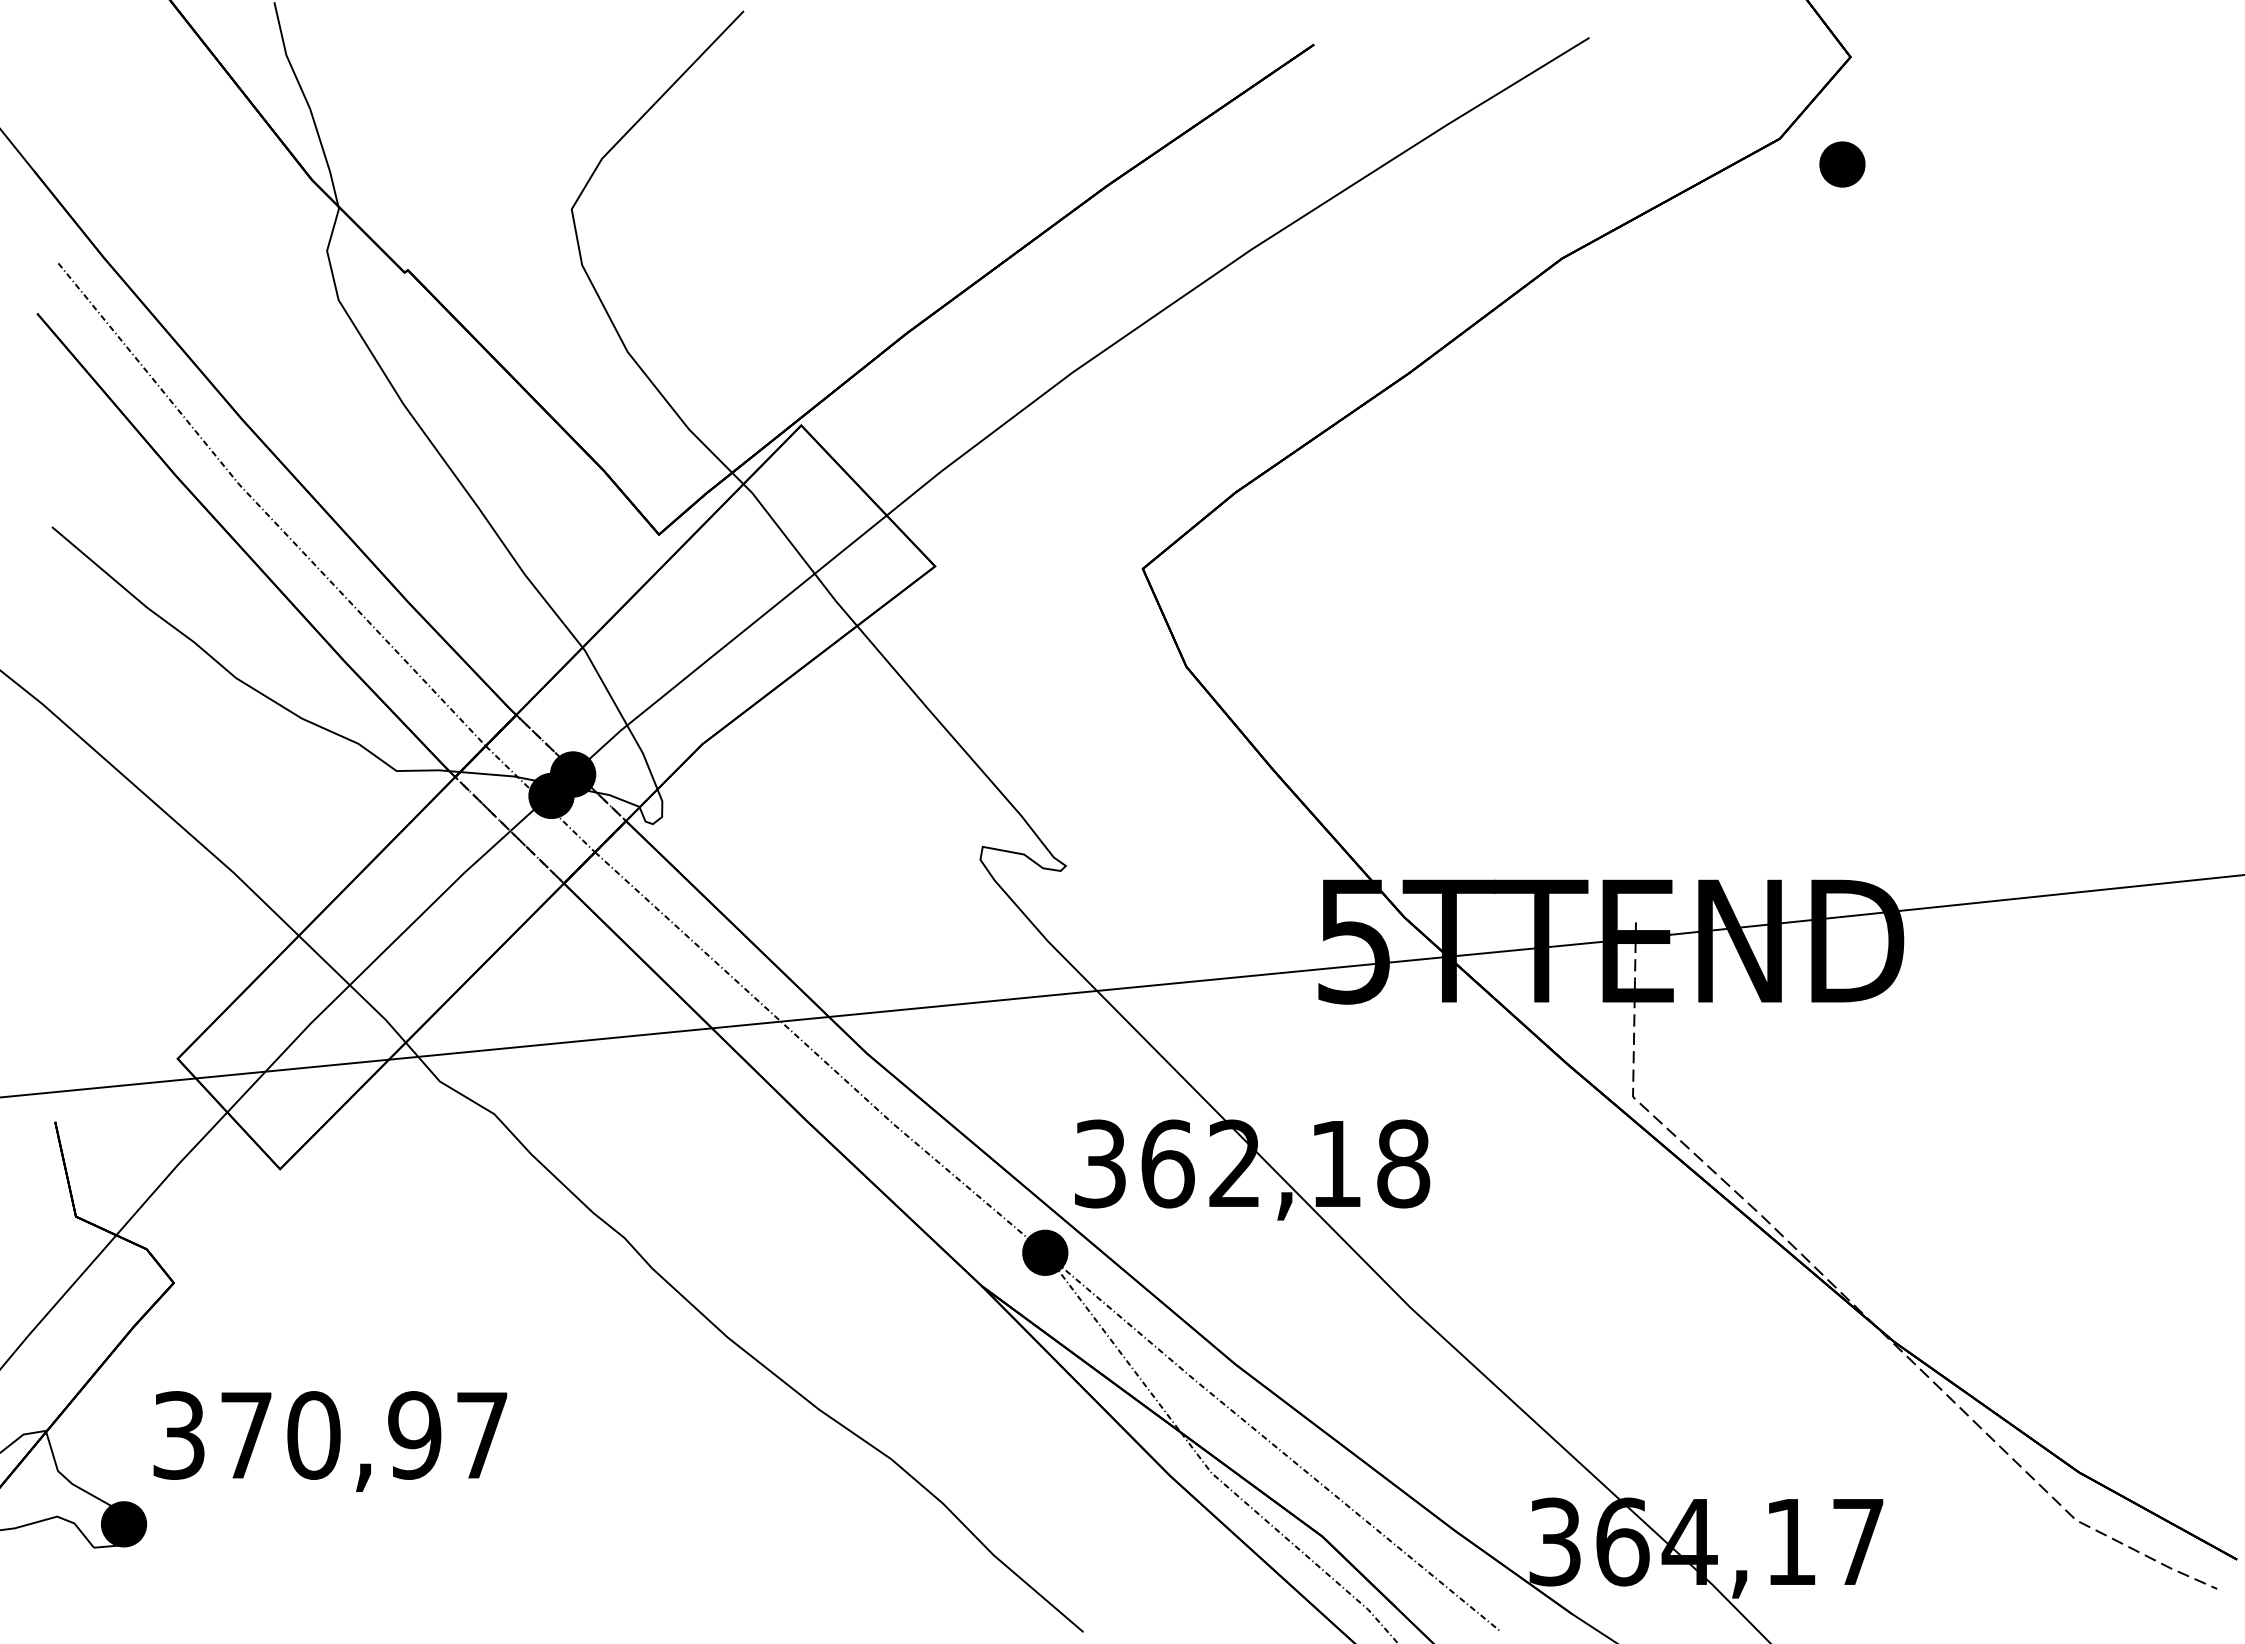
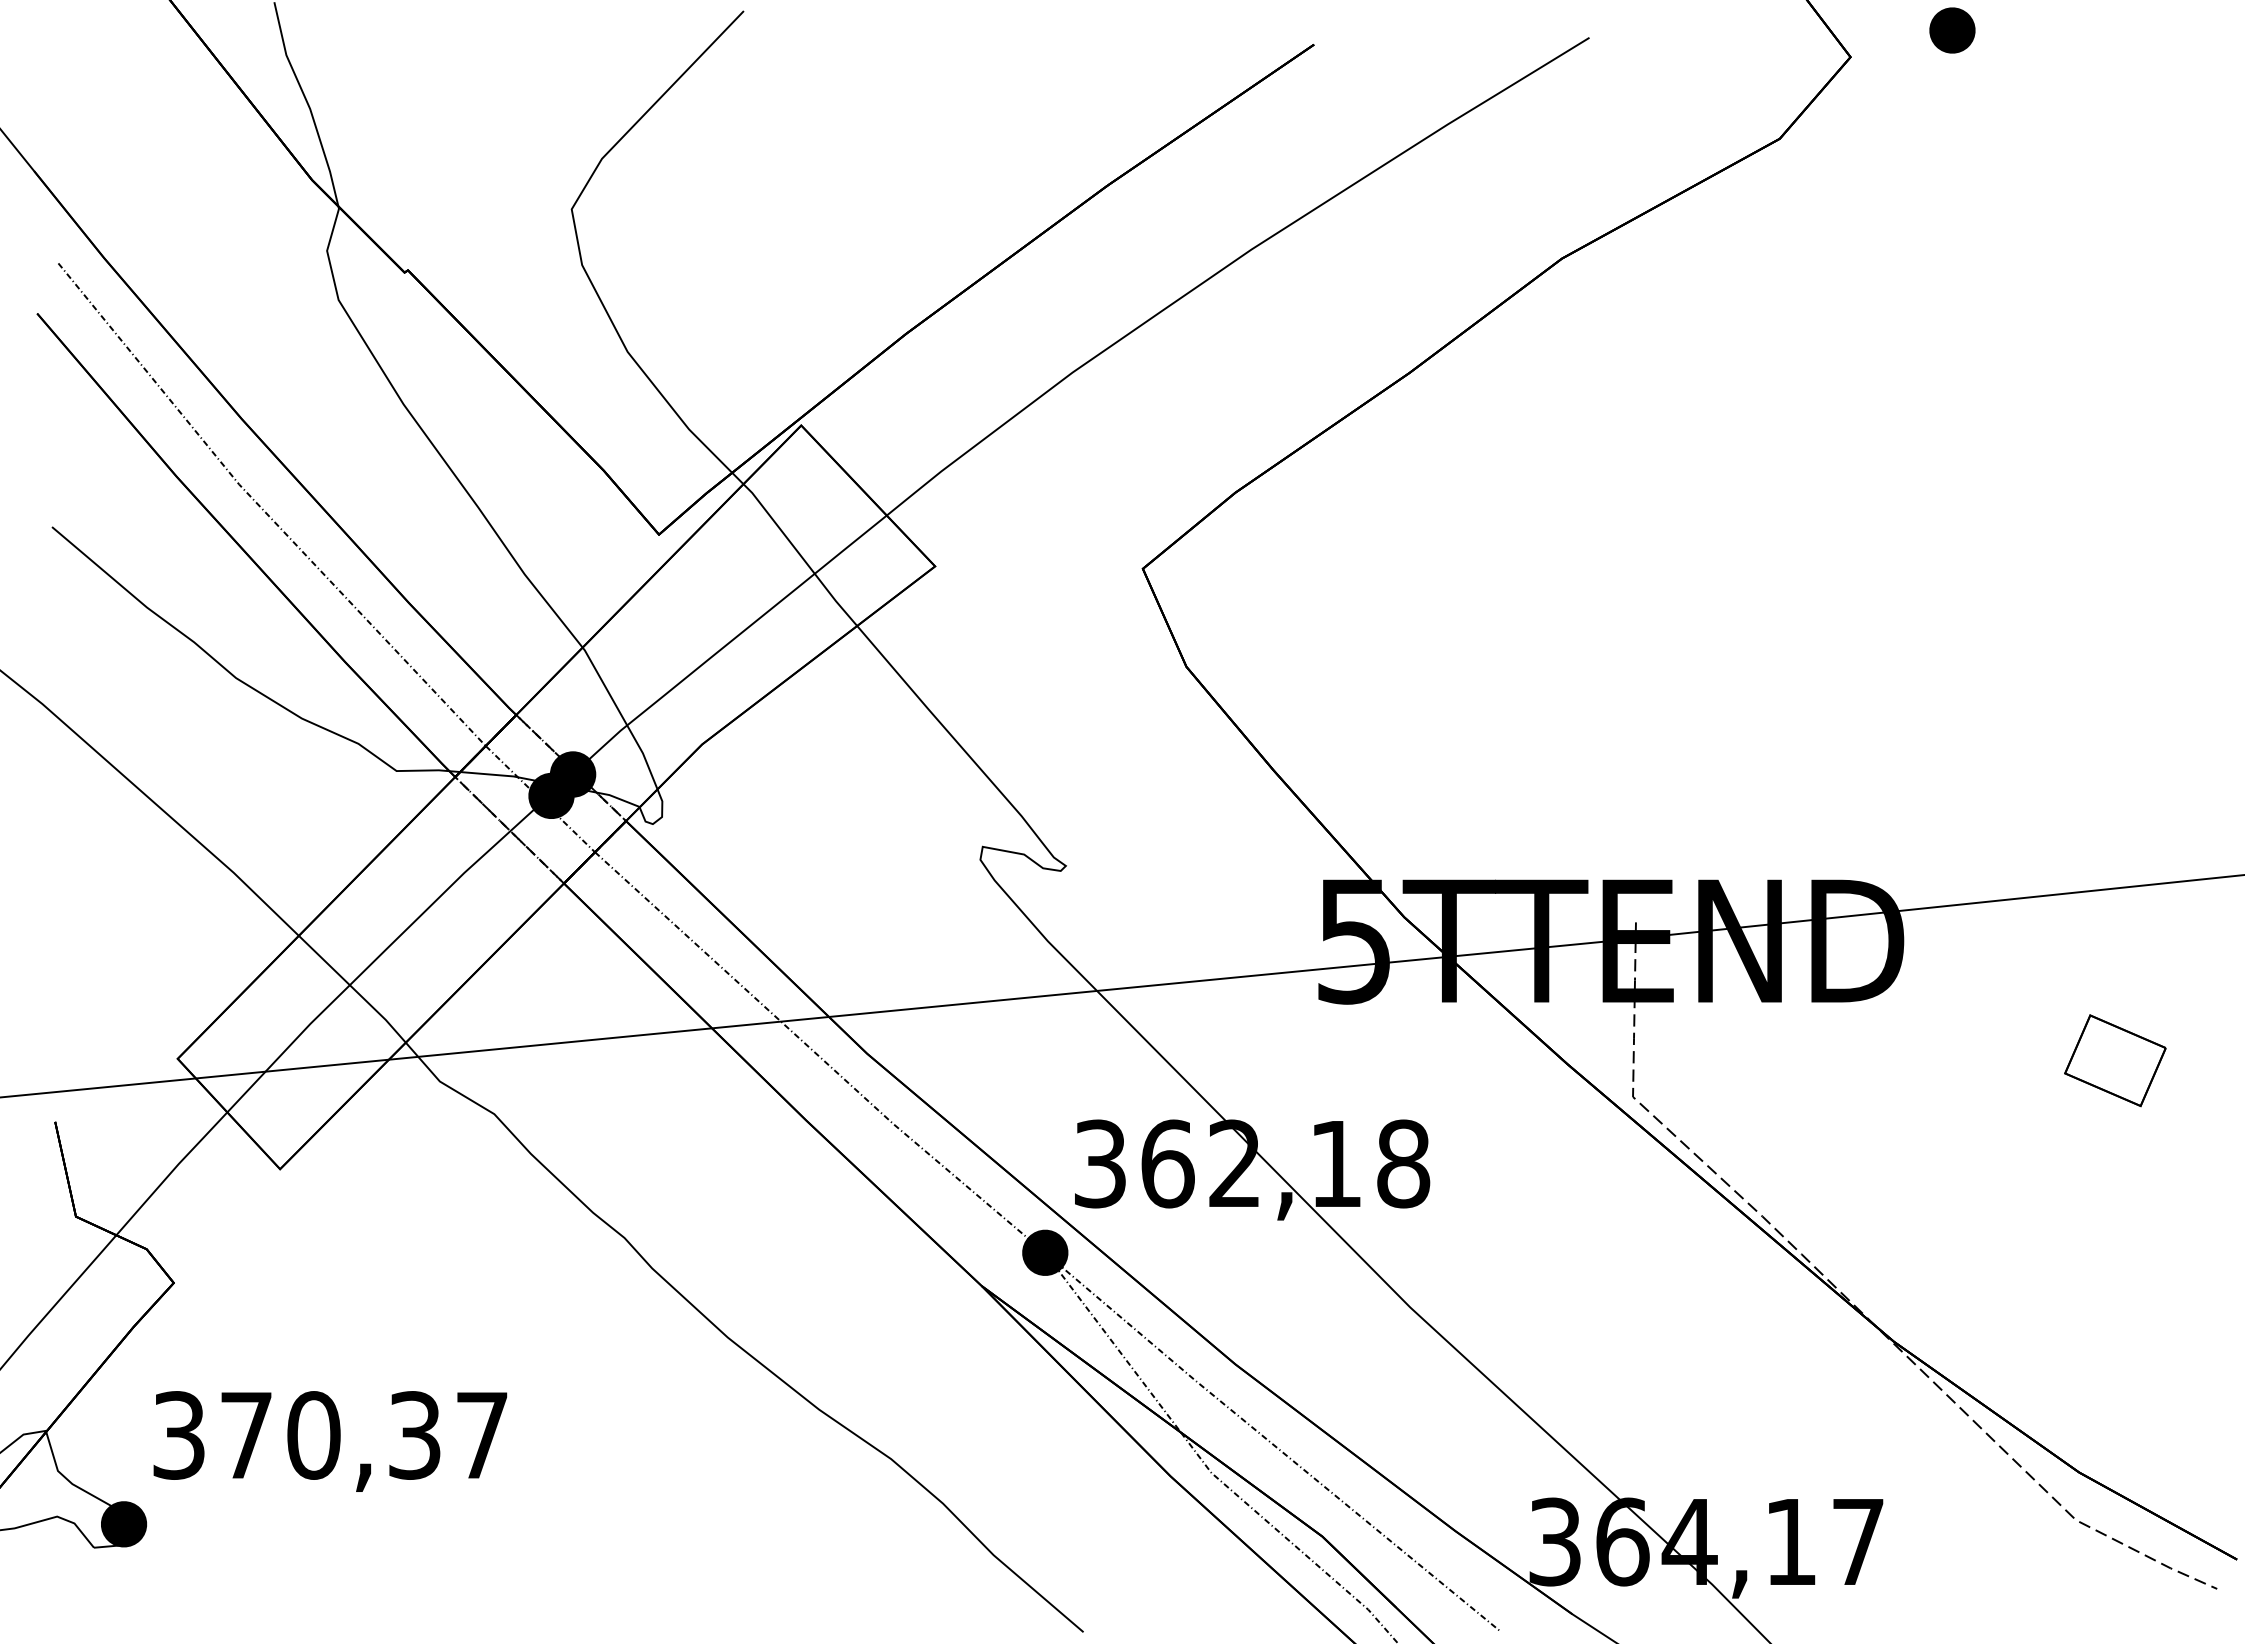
part at (1842, 164) position: (1842, 164) -> (1952, 30)
part at (2115, 1060): none -> present
text at (414, 1435): 370,97 -> 370,37
